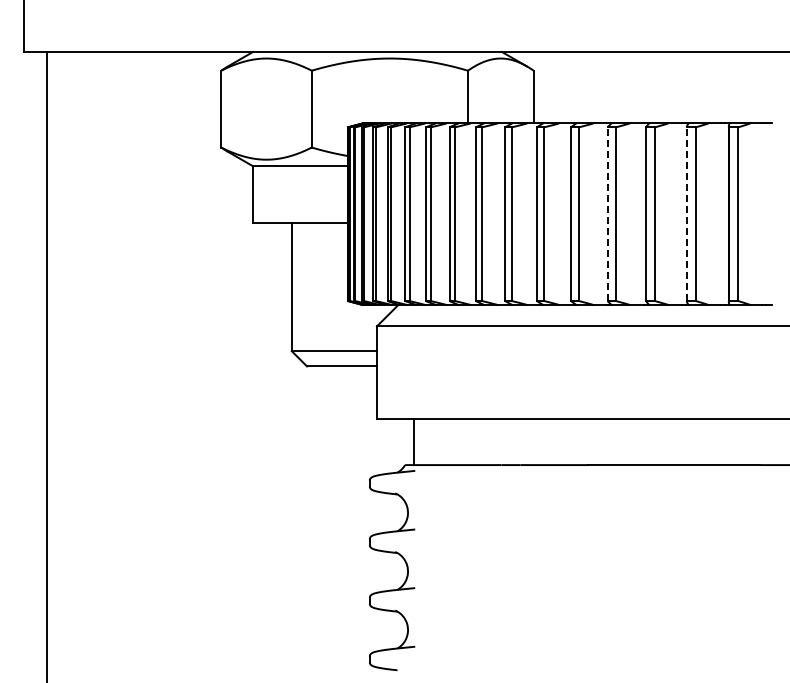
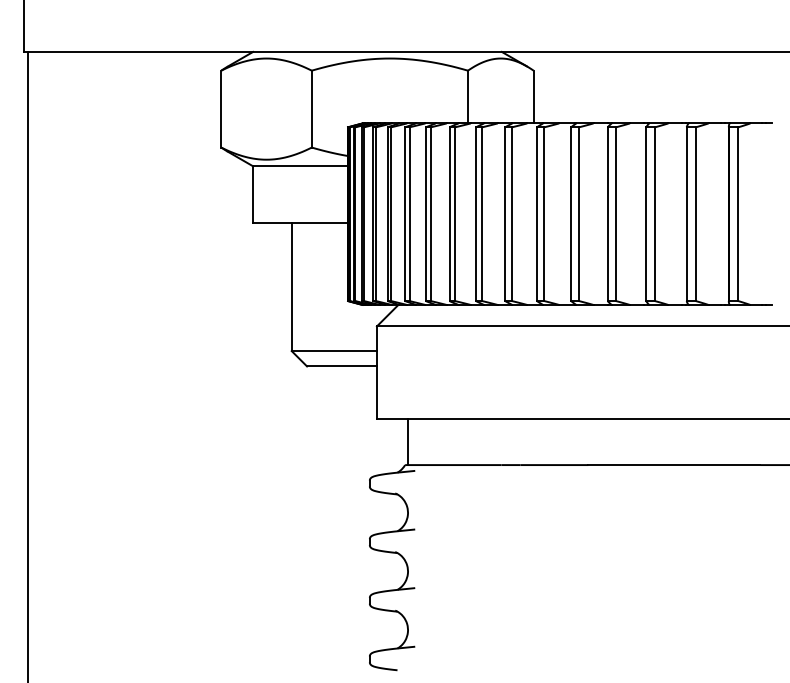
line at (607, 214): dashed -> solid
line at (686, 214): dashed -> solid
line at (47, 365) position: (47, 365) -> (28, 365)
line at (414, 442) position: (414, 442) -> (408, 442)
